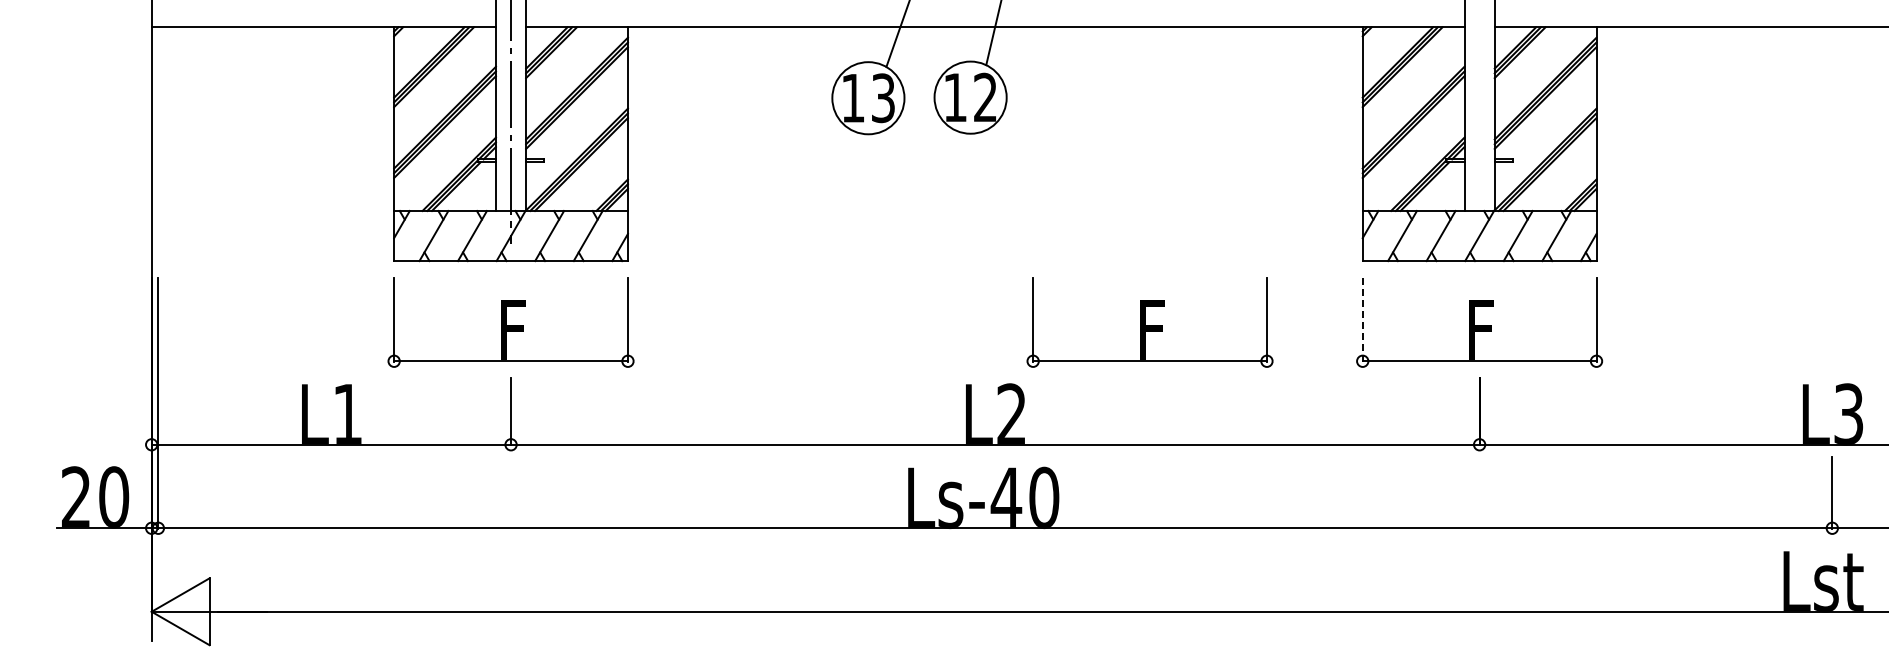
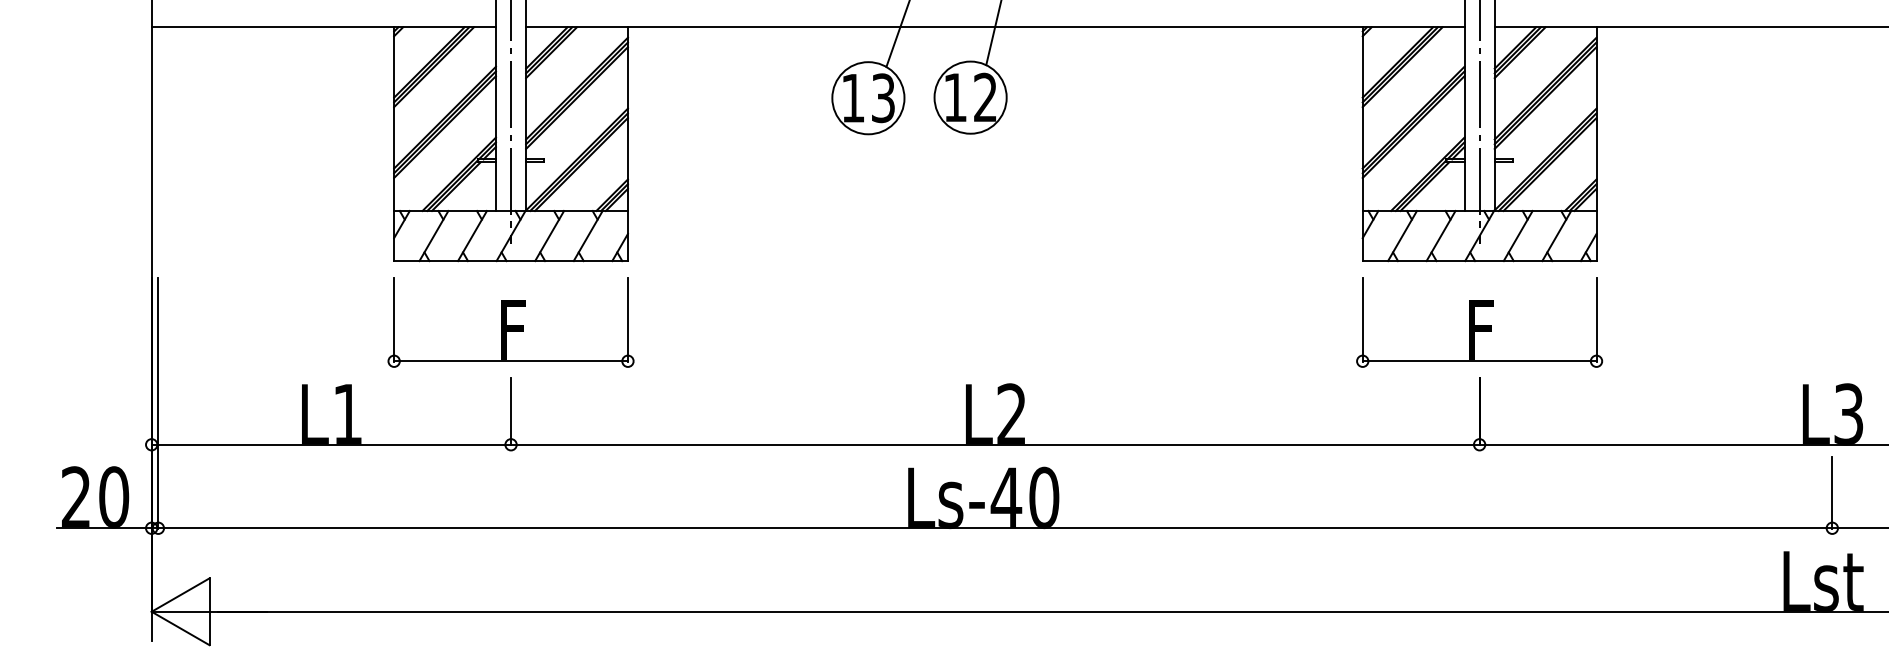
line at (1479, 123): none -> present
line at (1362, 319): dashed -> solid
part at (1149, 322): present -> none
